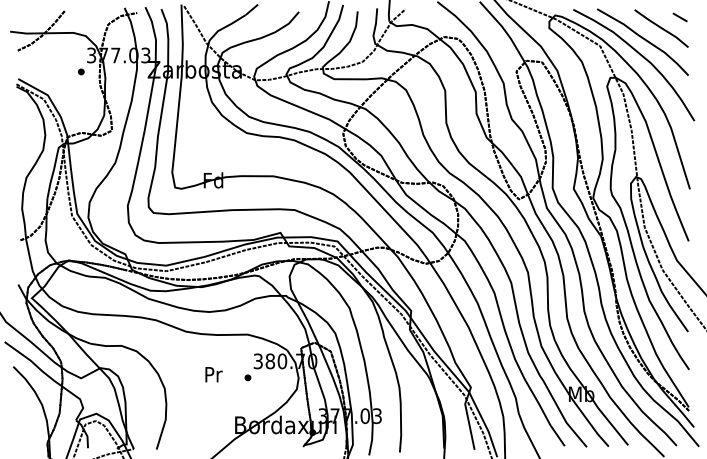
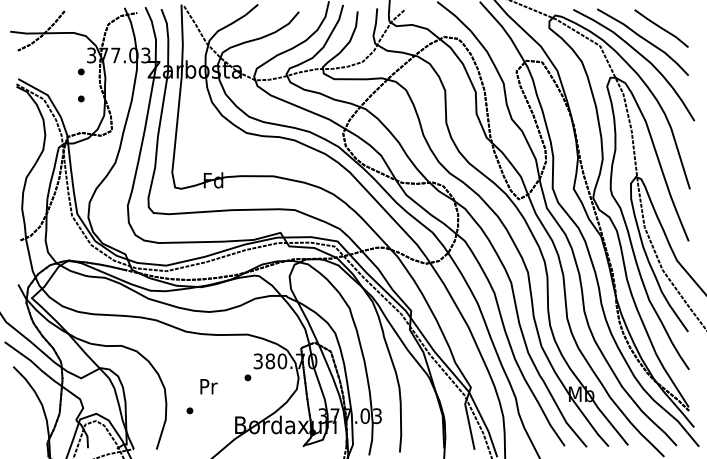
line at (679, 17): present -> none
part at (81, 98): none -> present
text at (213, 374) position: (213, 374) -> (208, 386)
part at (189, 410): none -> present
